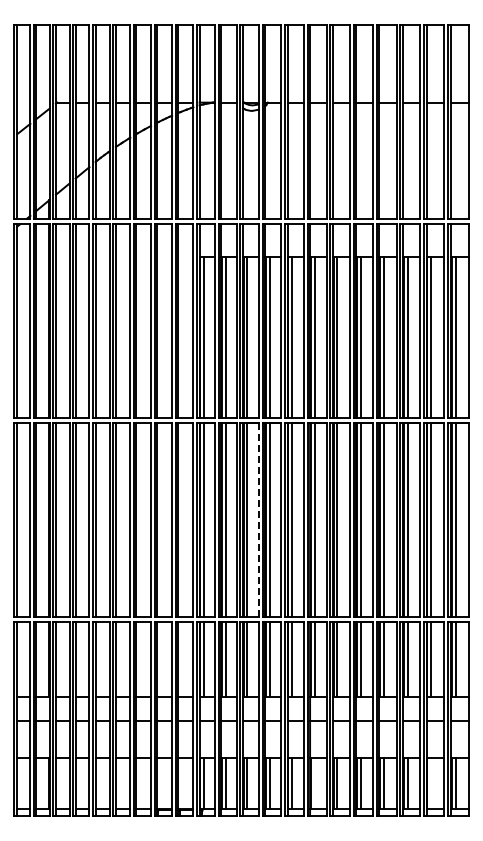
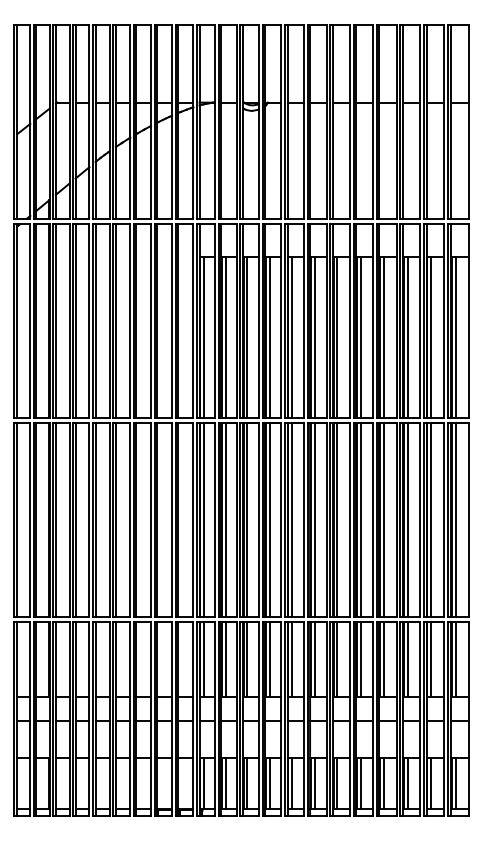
line at (258, 520): dashed -> solid
line at (314, 783): none -> present
line at (431, 783): none -> present
